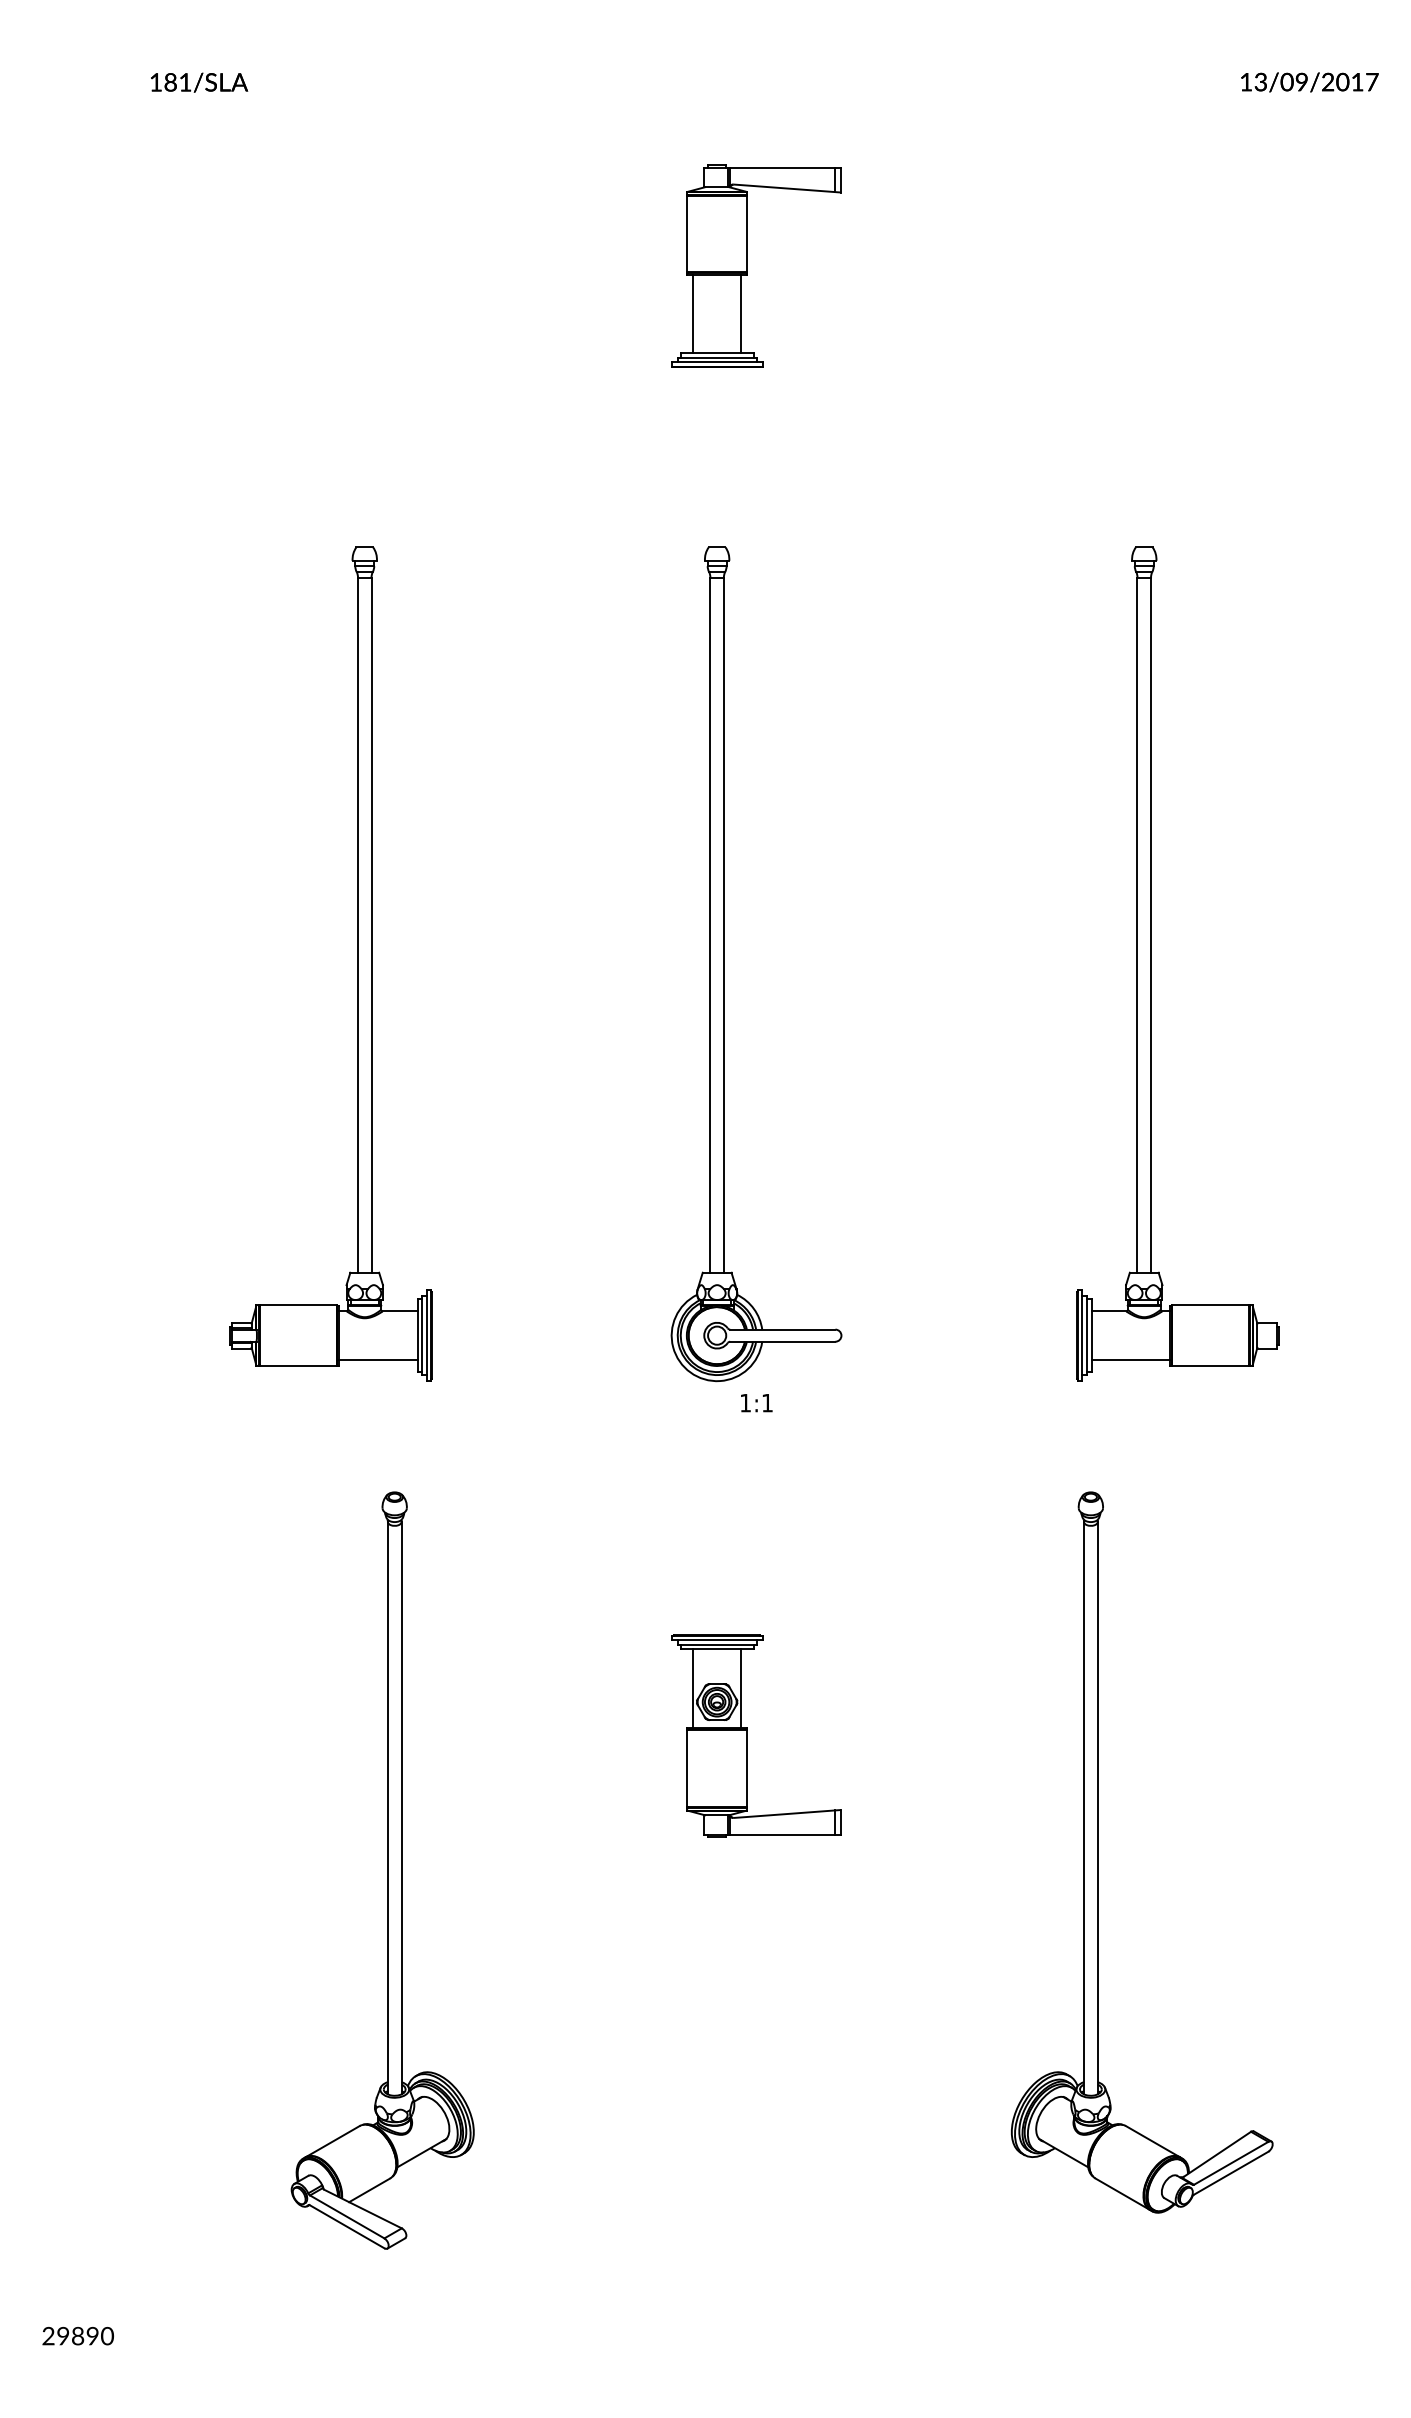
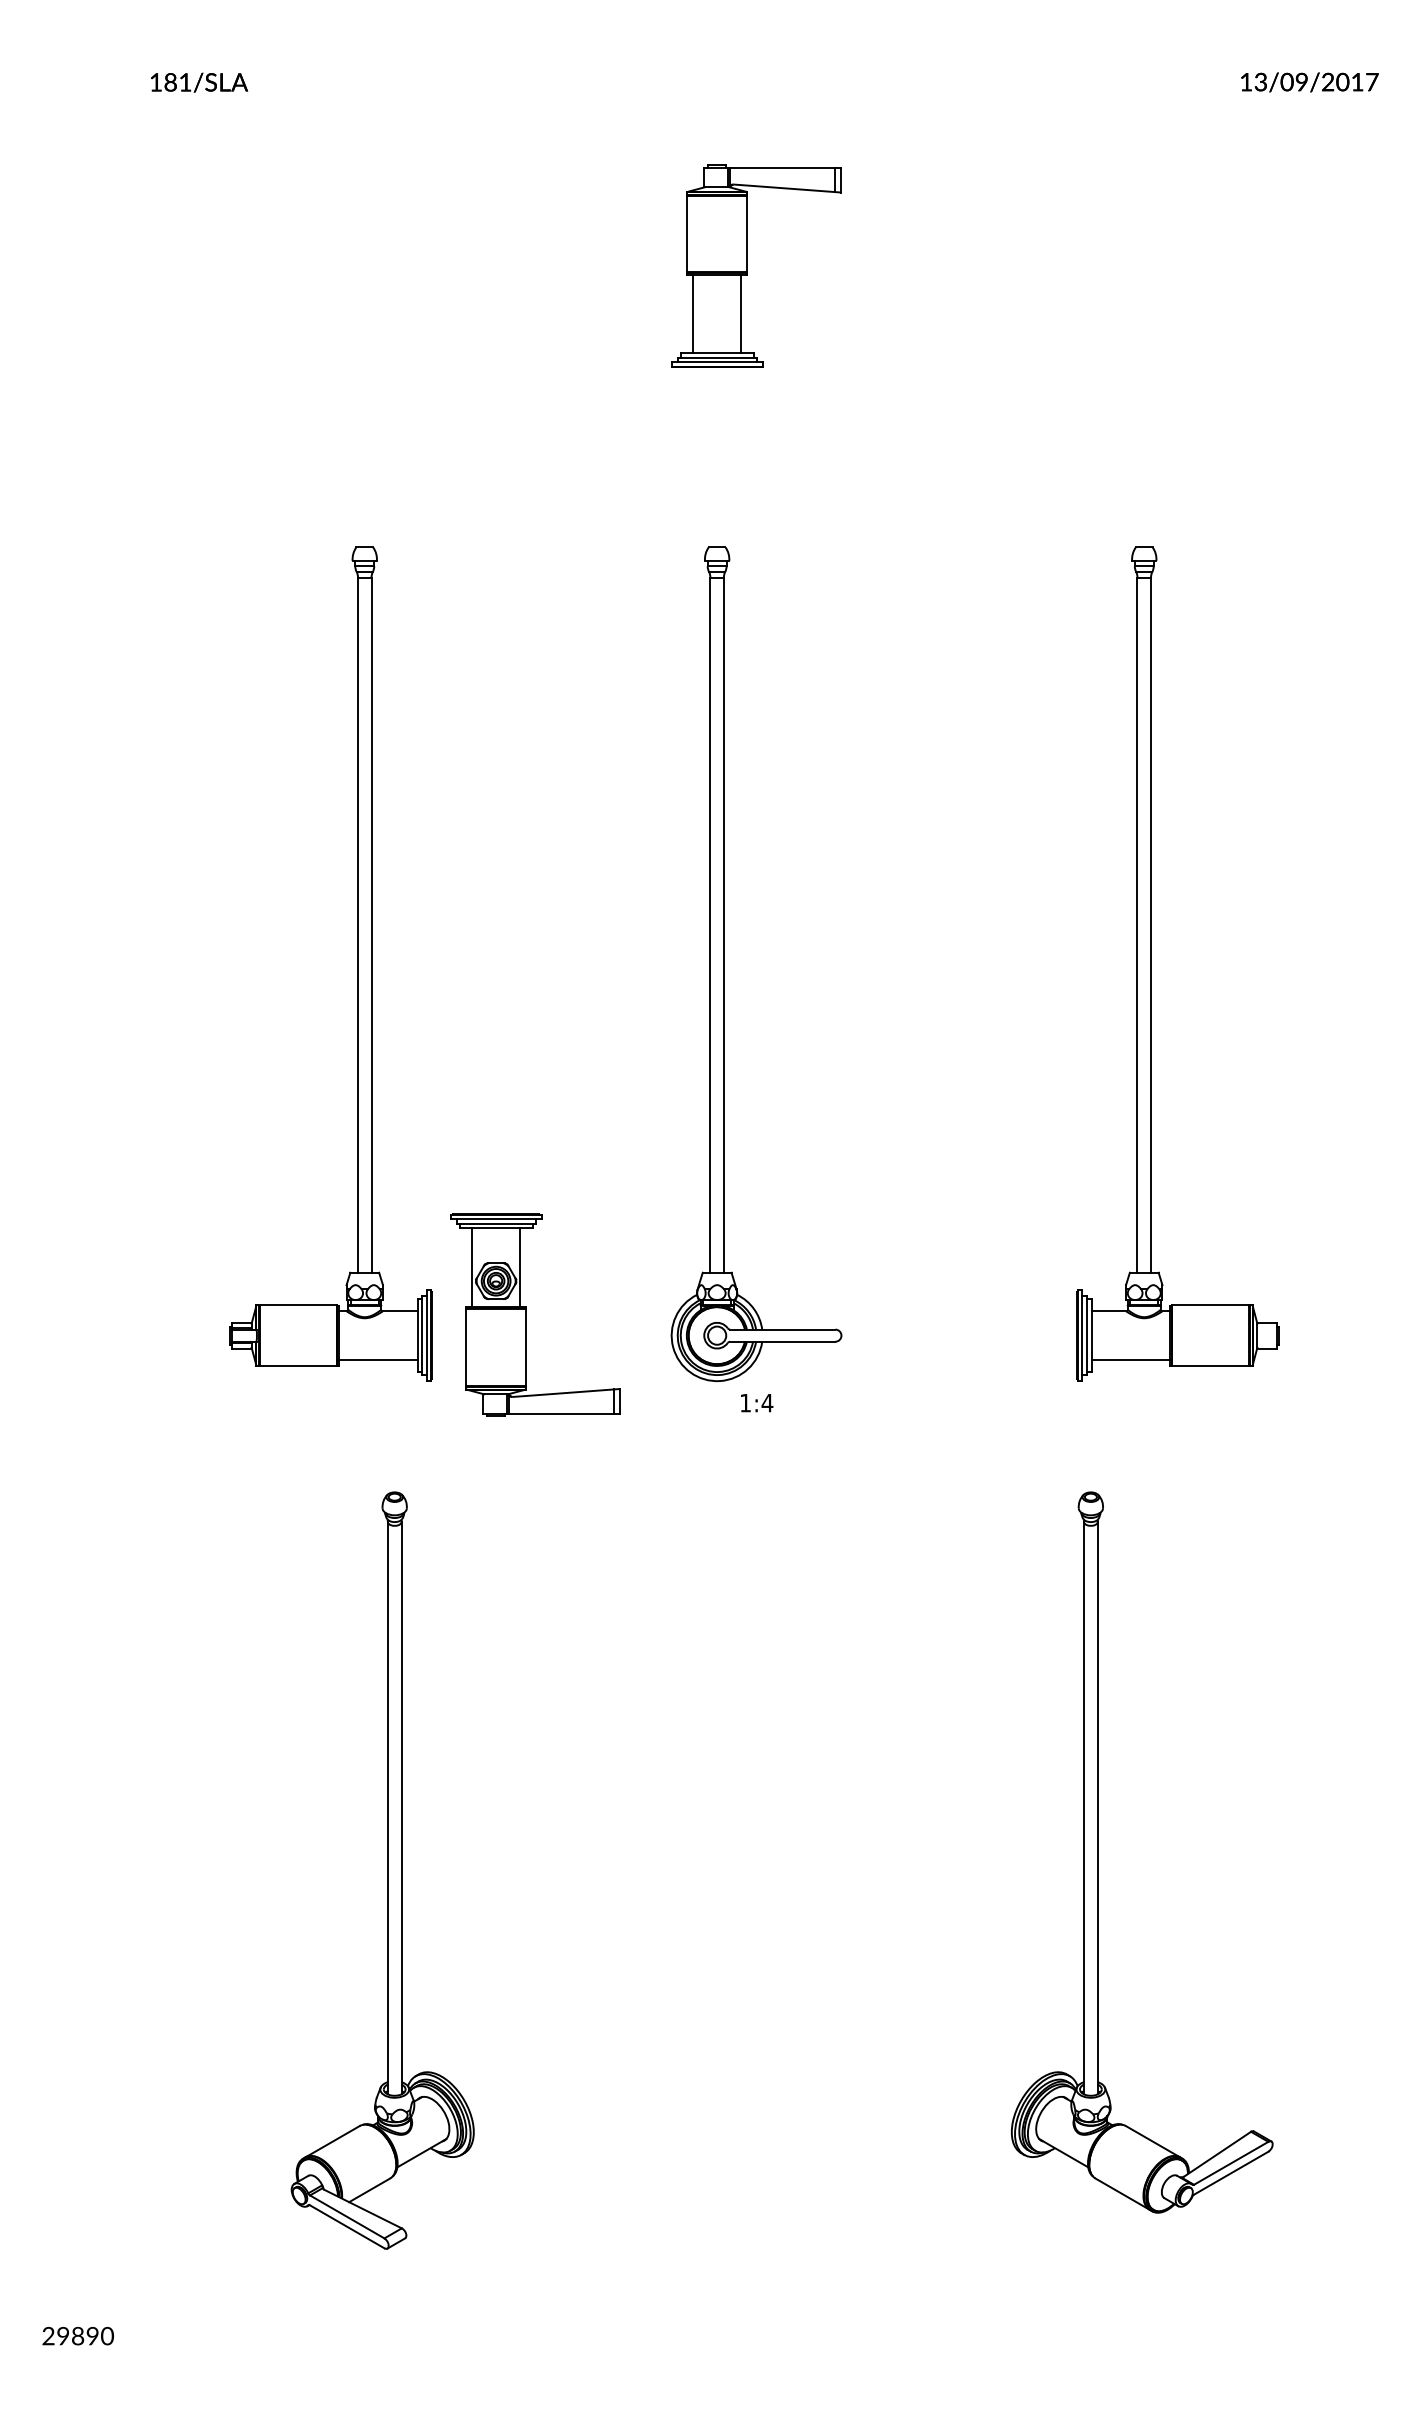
text at (767, 1403): 1:1 -> 1:4
part at (747, 1735) position: (747, 1735) -> (526, 1314)
